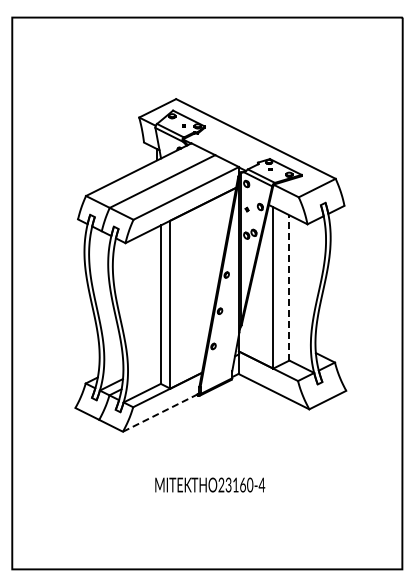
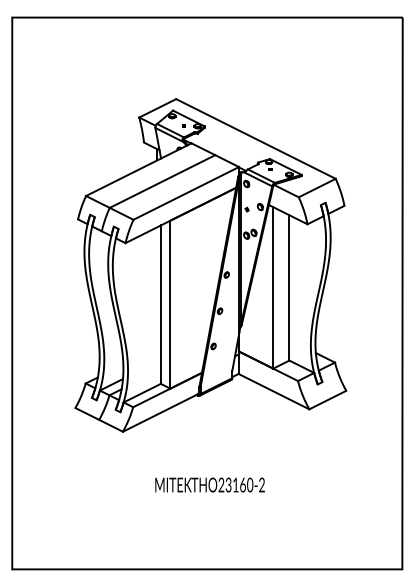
line at (289, 287): dashed -> solid
line at (161, 412): dashed -> solid
text at (261, 484): THO23160-4 -> THO23160-2
